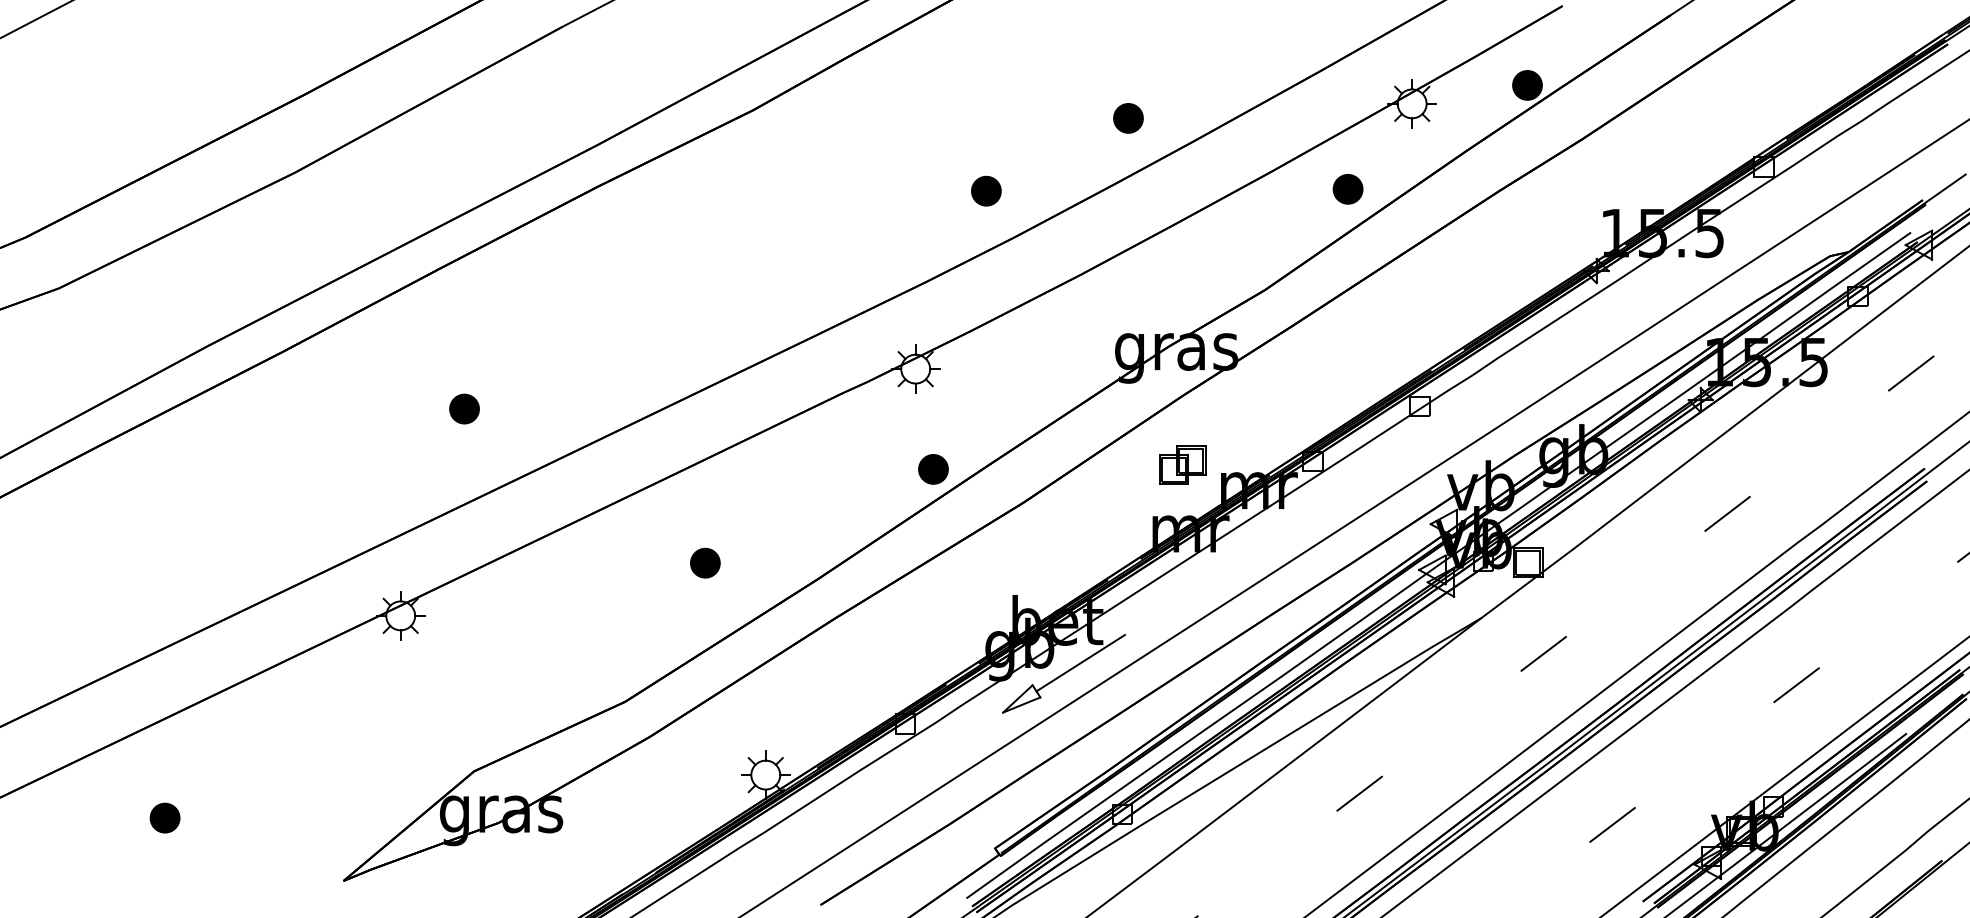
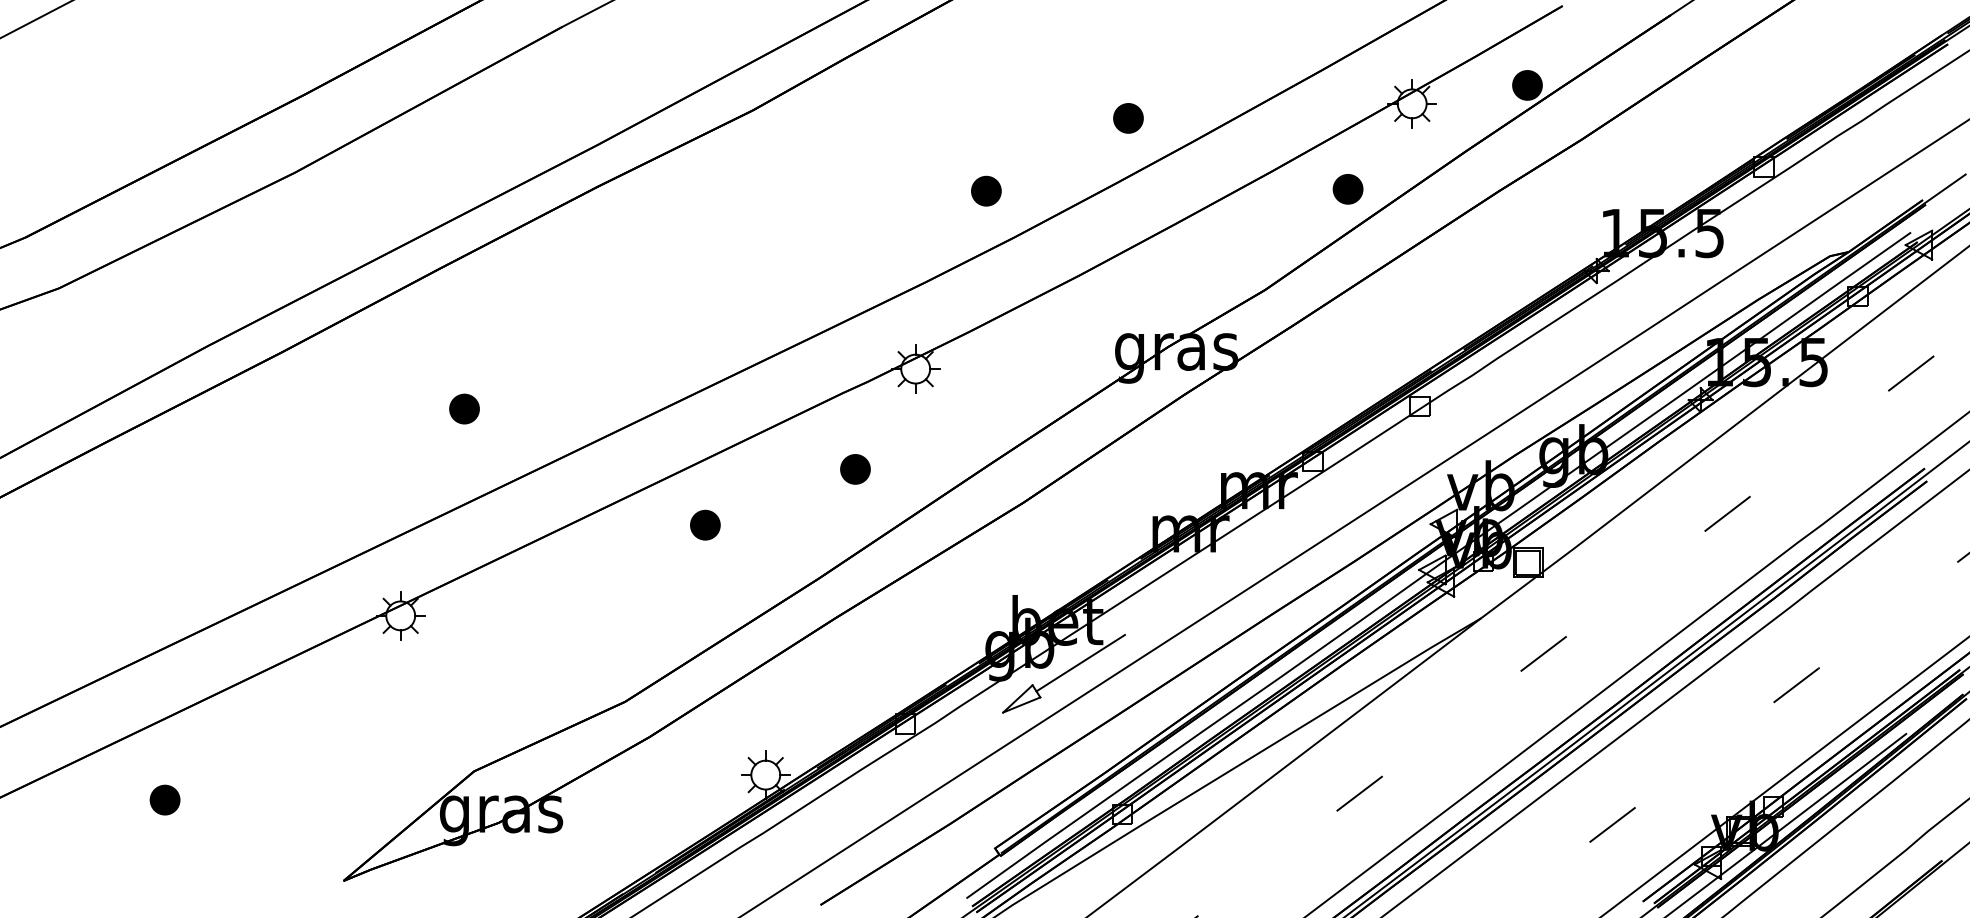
part at (1182, 464): present -> none
part at (933, 469) position: (933, 469) -> (855, 469)
part at (705, 562) position: (705, 562) -> (705, 524)
part at (164, 817) position: (164, 817) -> (164, 799)
